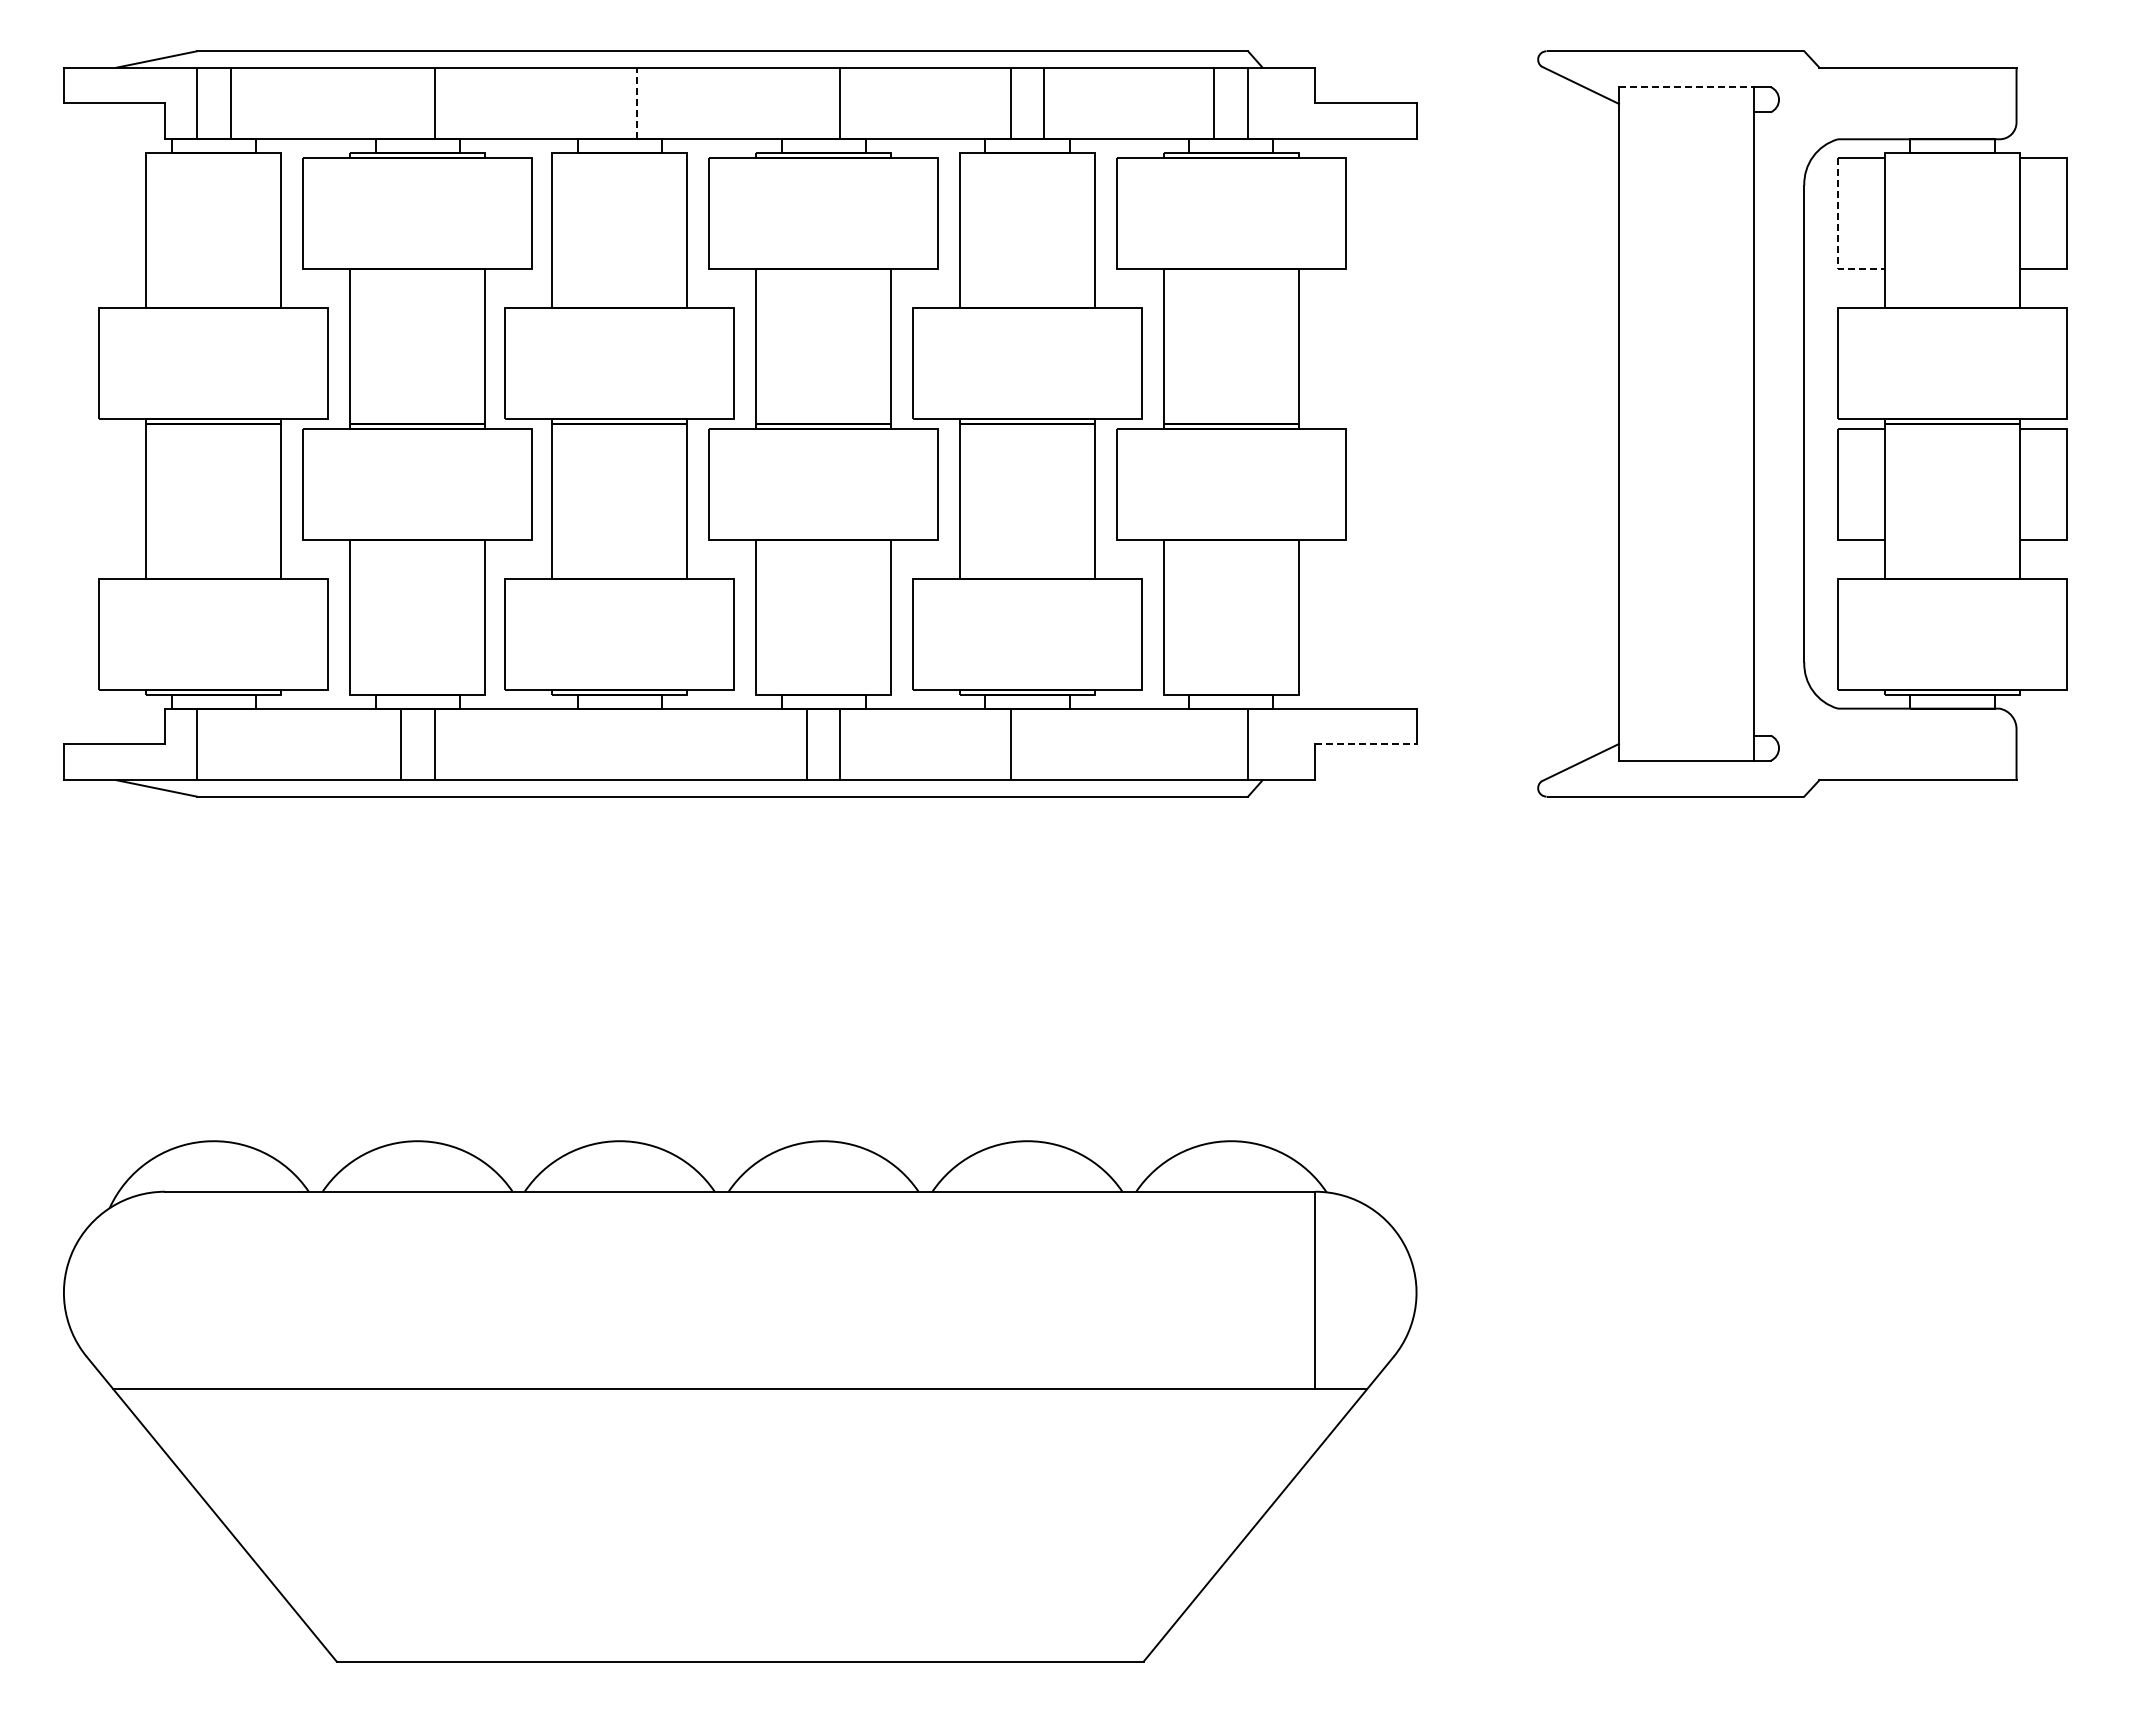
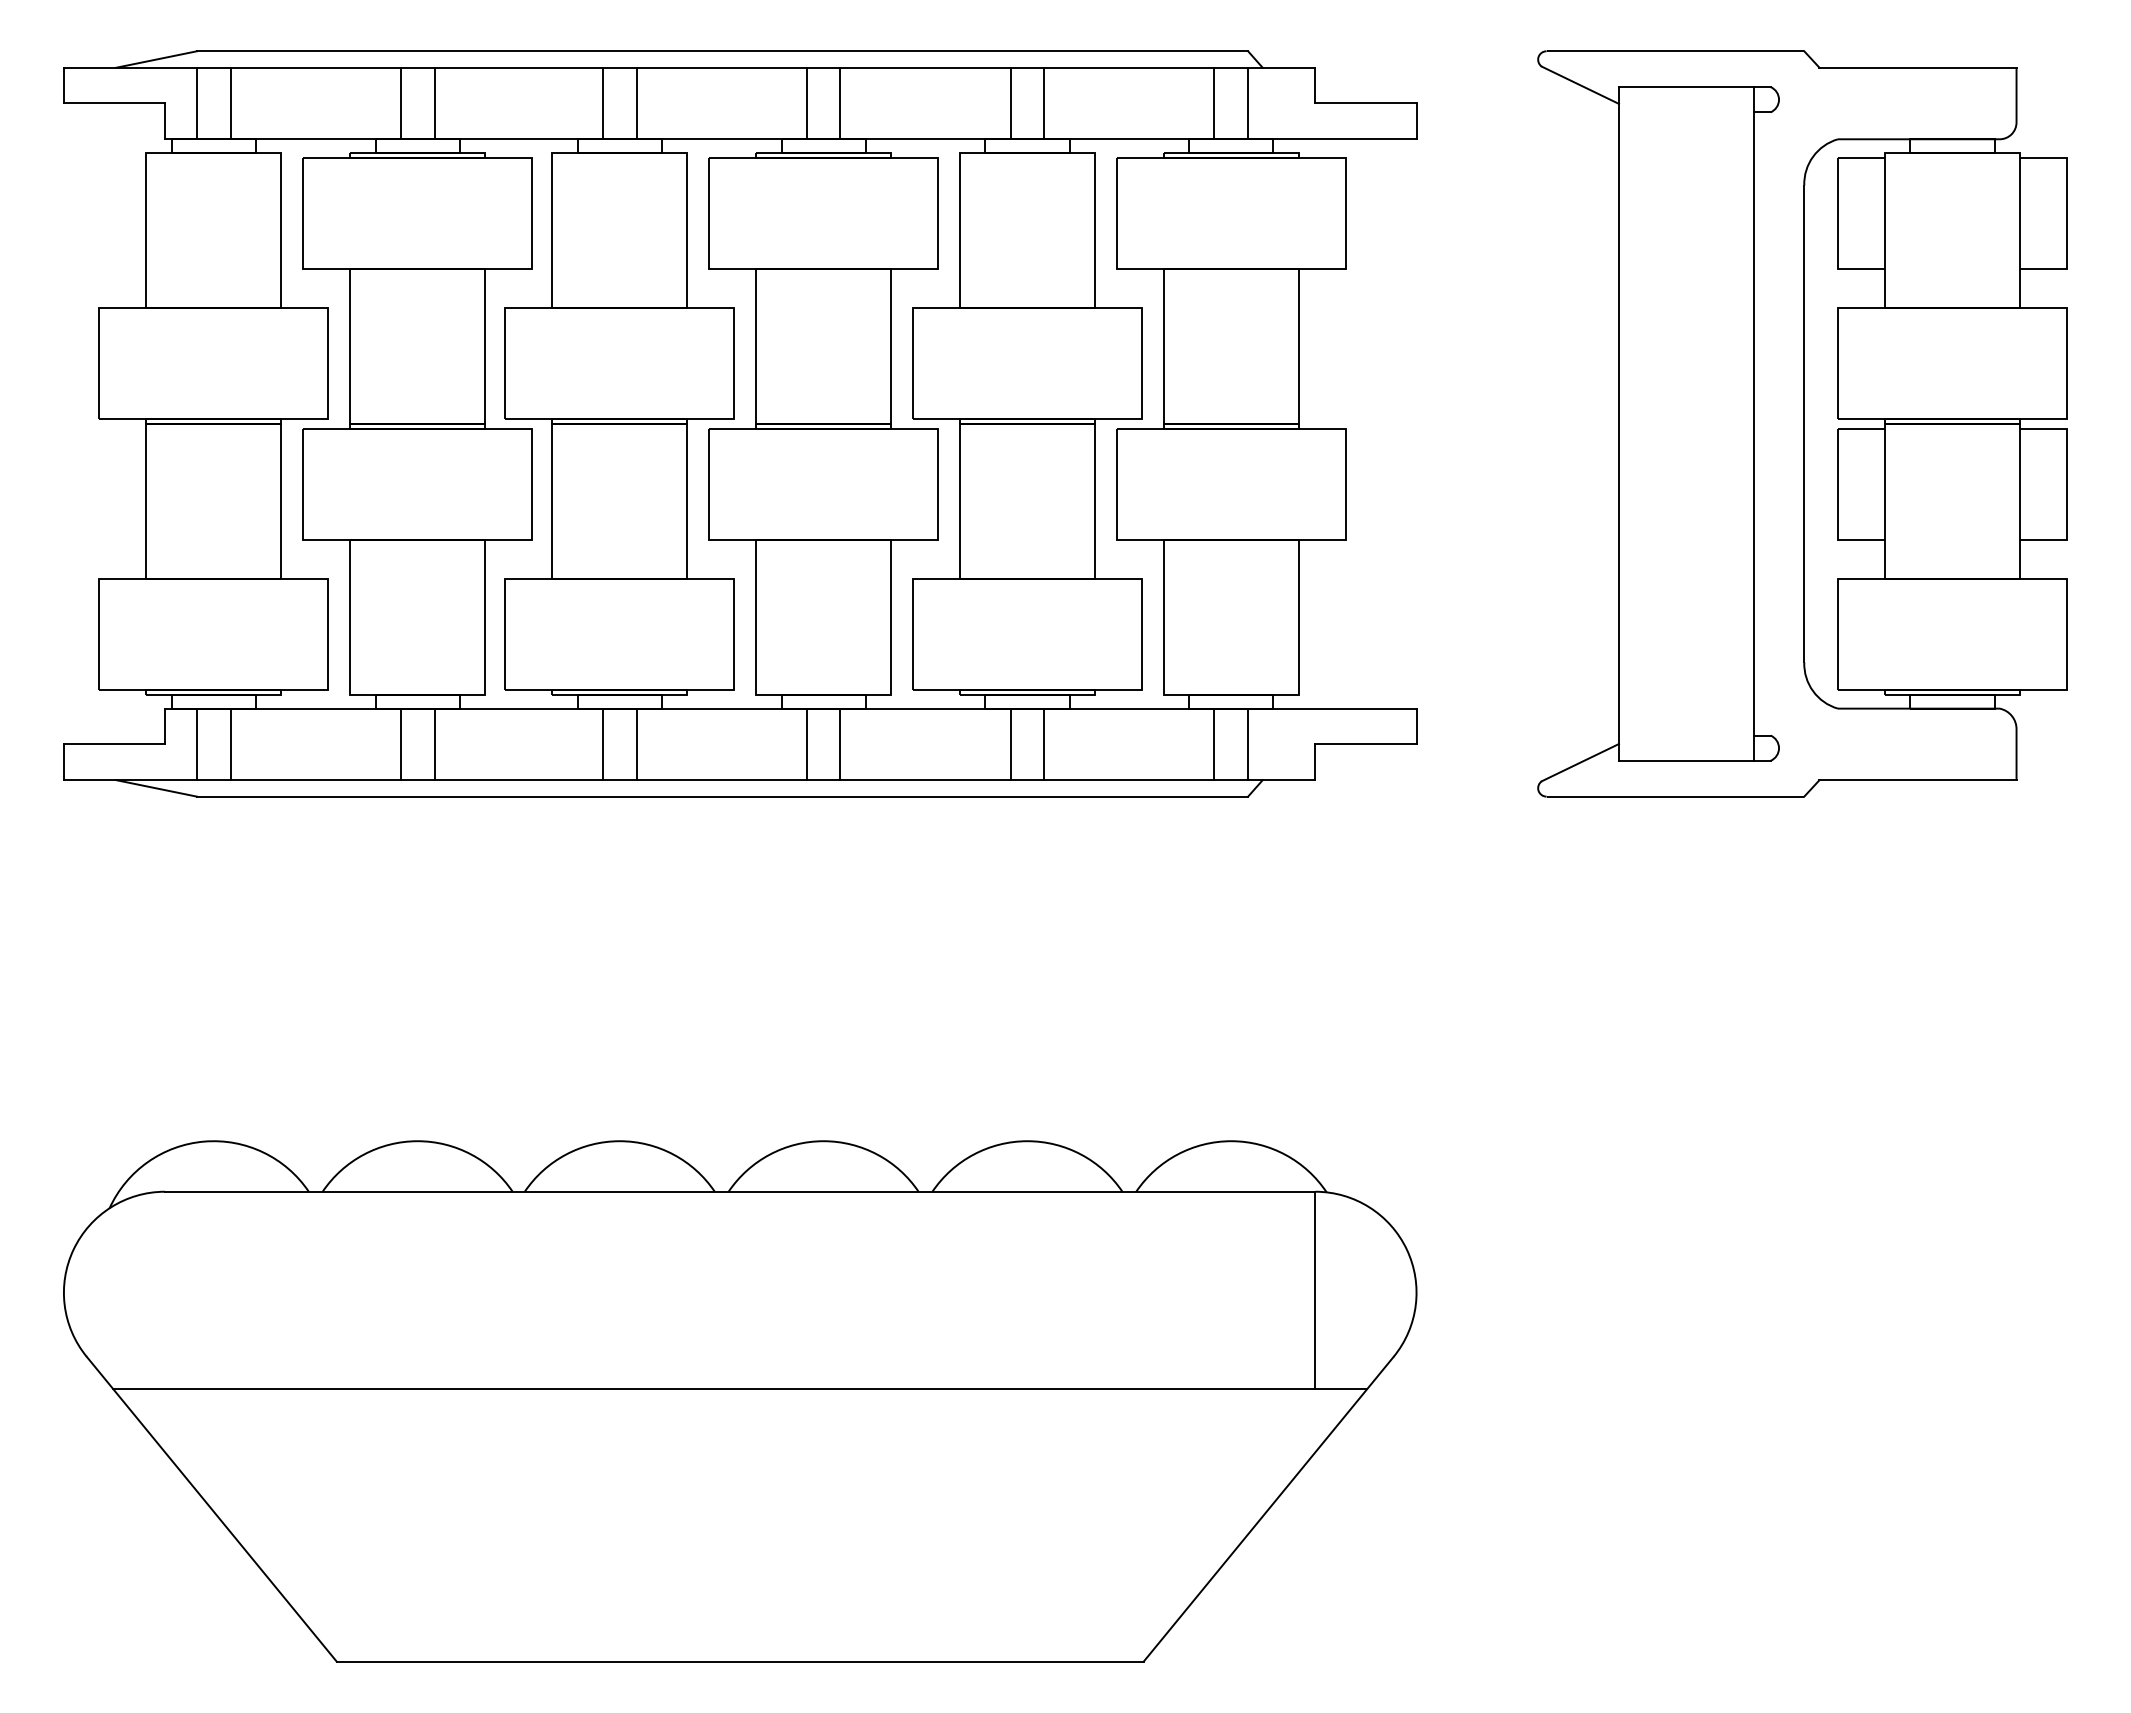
line at (1686, 87): dashed -> solid
line at (400, 103): none -> present
line at (602, 103): none -> present
line at (636, 103): dashed -> solid
line at (806, 103): none -> present
line at (1837, 238): dashed -> solid
line at (230, 744): none -> present
line at (602, 744): none -> present
line at (636, 744): none -> present
line at (1044, 744): none -> present
line at (1214, 744): none -> present
line at (1366, 744): dashed -> solid
